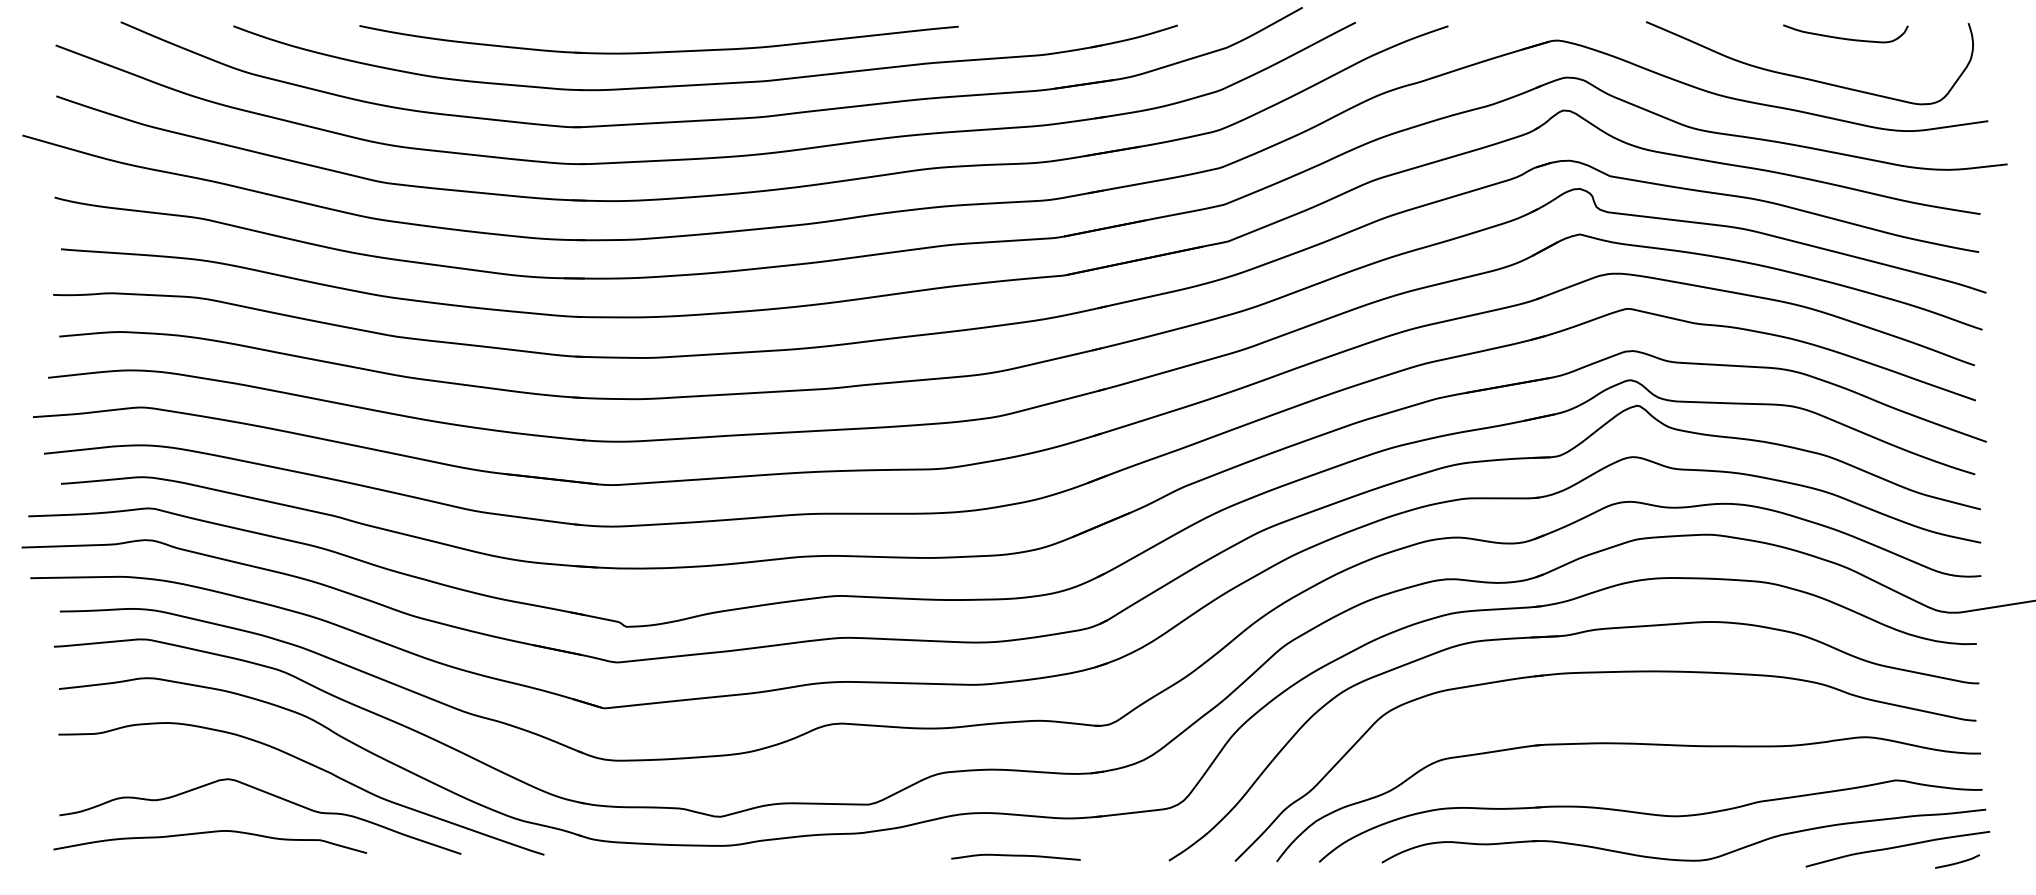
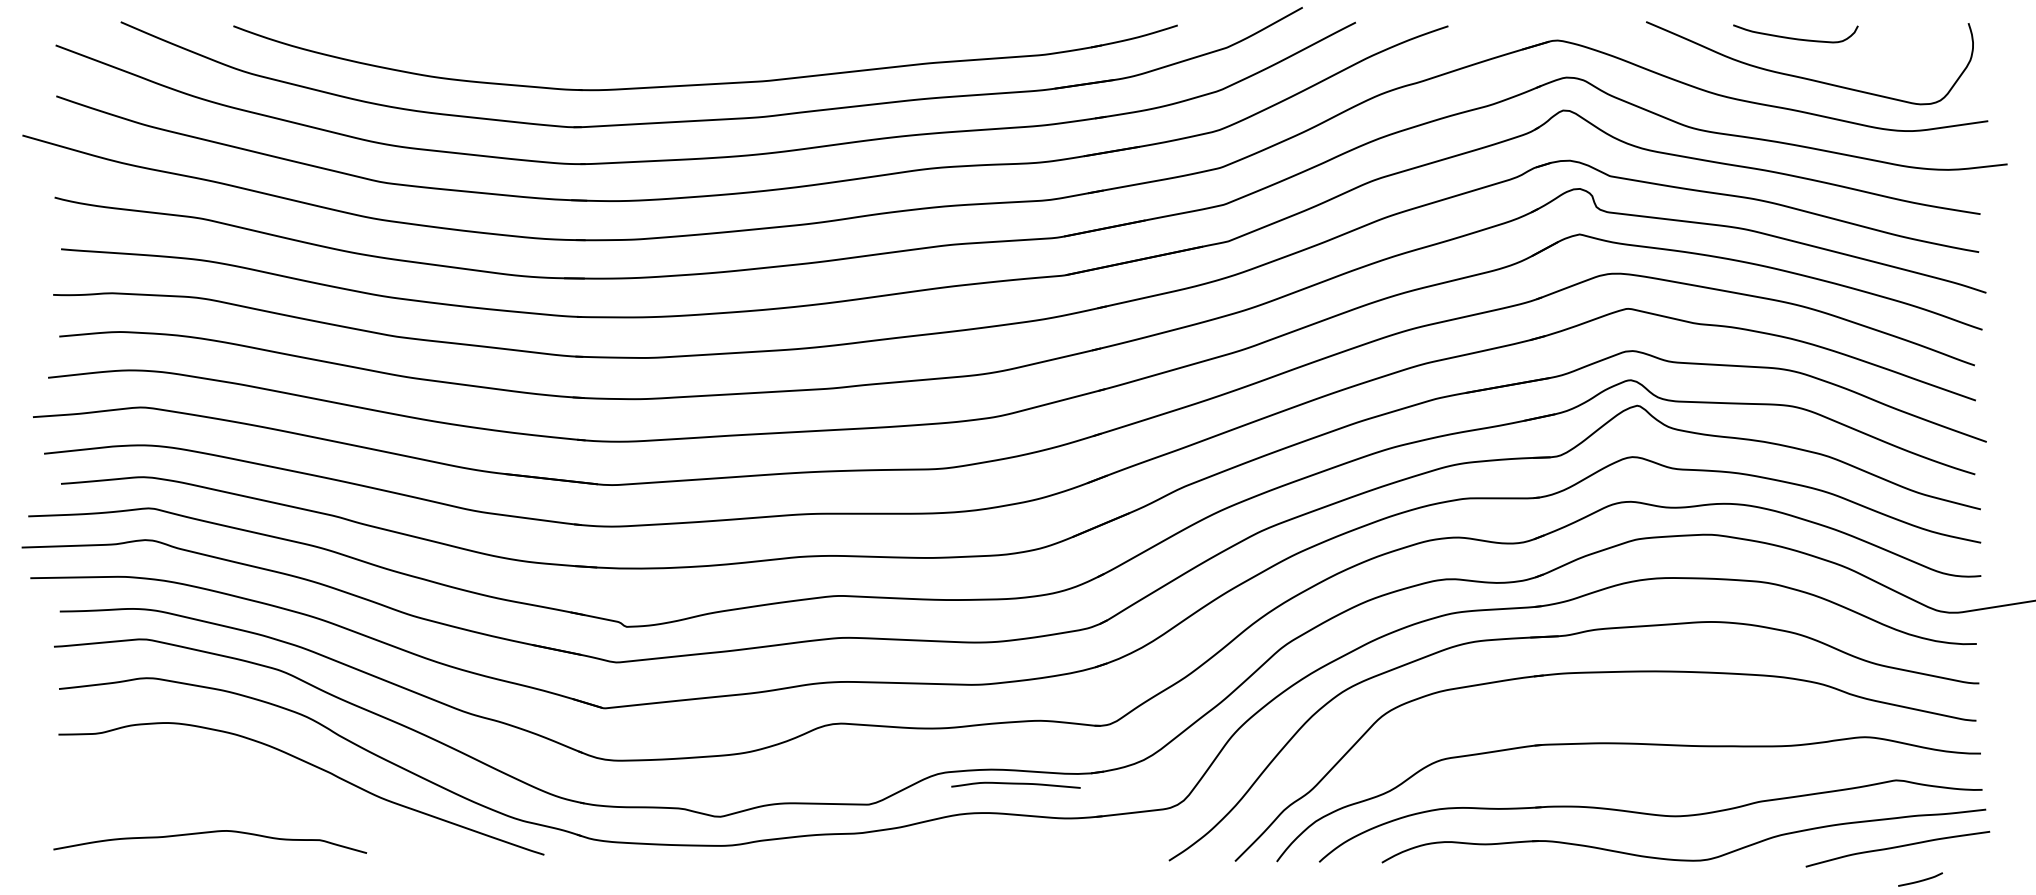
curve at (1843, 37) position: (1843, 37) -> (1793, 37)
part at (658, 51): present -> none
curve at (270, 795): present -> none
curve at (1015, 856) position: (1015, 856) -> (1015, 784)
curve at (1958, 861) position: (1958, 861) -> (1921, 879)
